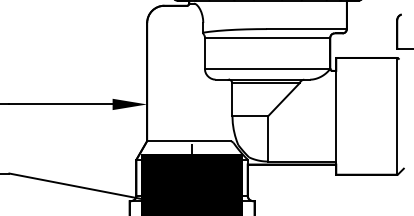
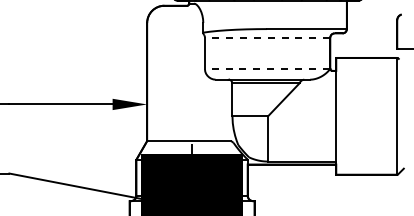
line at (267, 37): solid -> dashed
line at (266, 69): solid -> dashed
